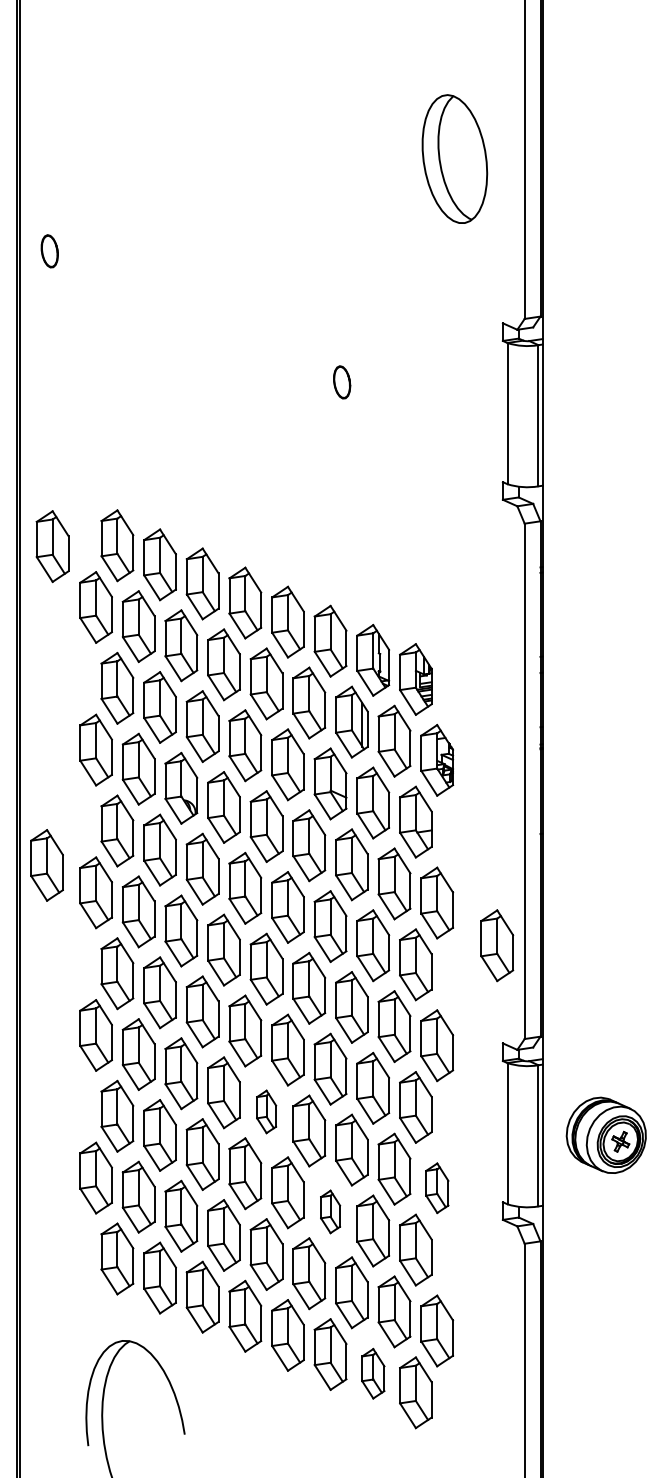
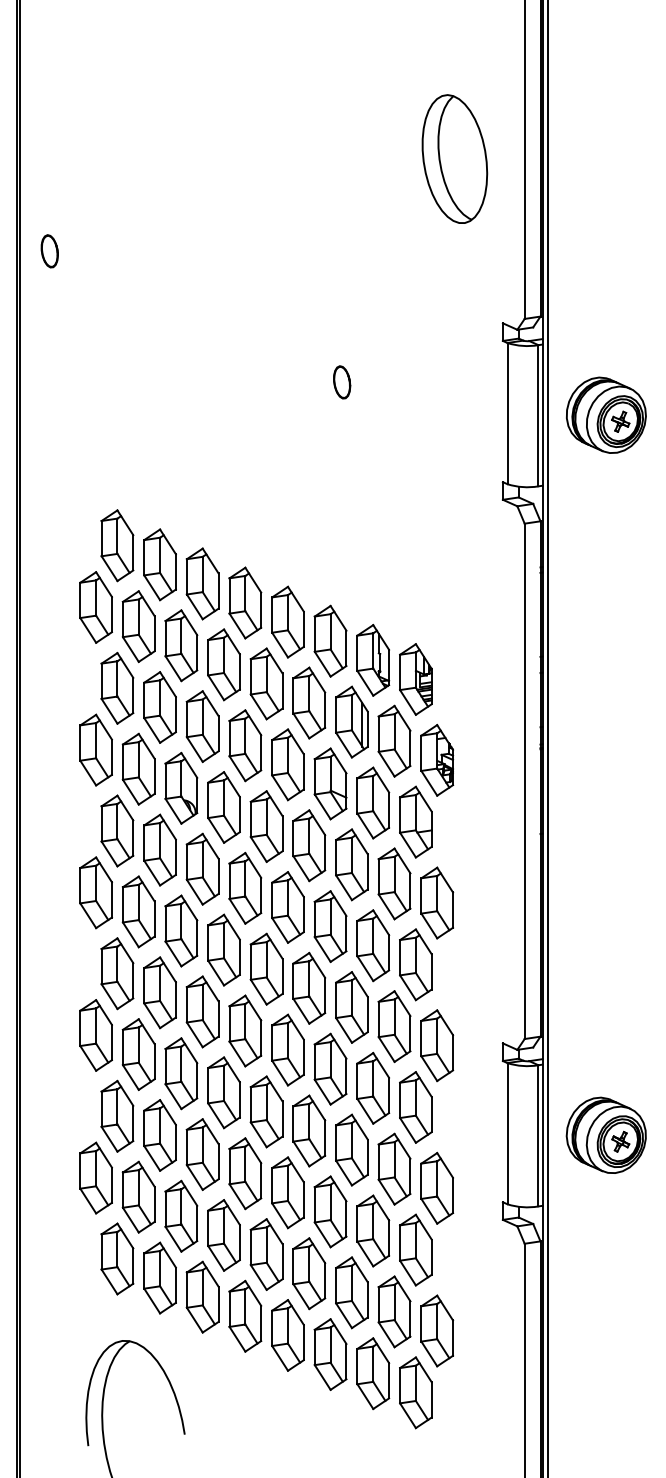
part at (606, 414): none -> present
part at (52, 546): present -> none
line at (548, 738): none -> present
part at (46, 865): present -> none
part at (497, 945): present -> none
part at (266, 1111) size: 22x46 px -> 35x74 px
part at (437, 1188) size: 25x53 px -> 35x74 px
part at (330, 1211) size: 22x46 px -> 35x74 px
part at (373, 1373) size: 25x53 px -> 35x74 px
